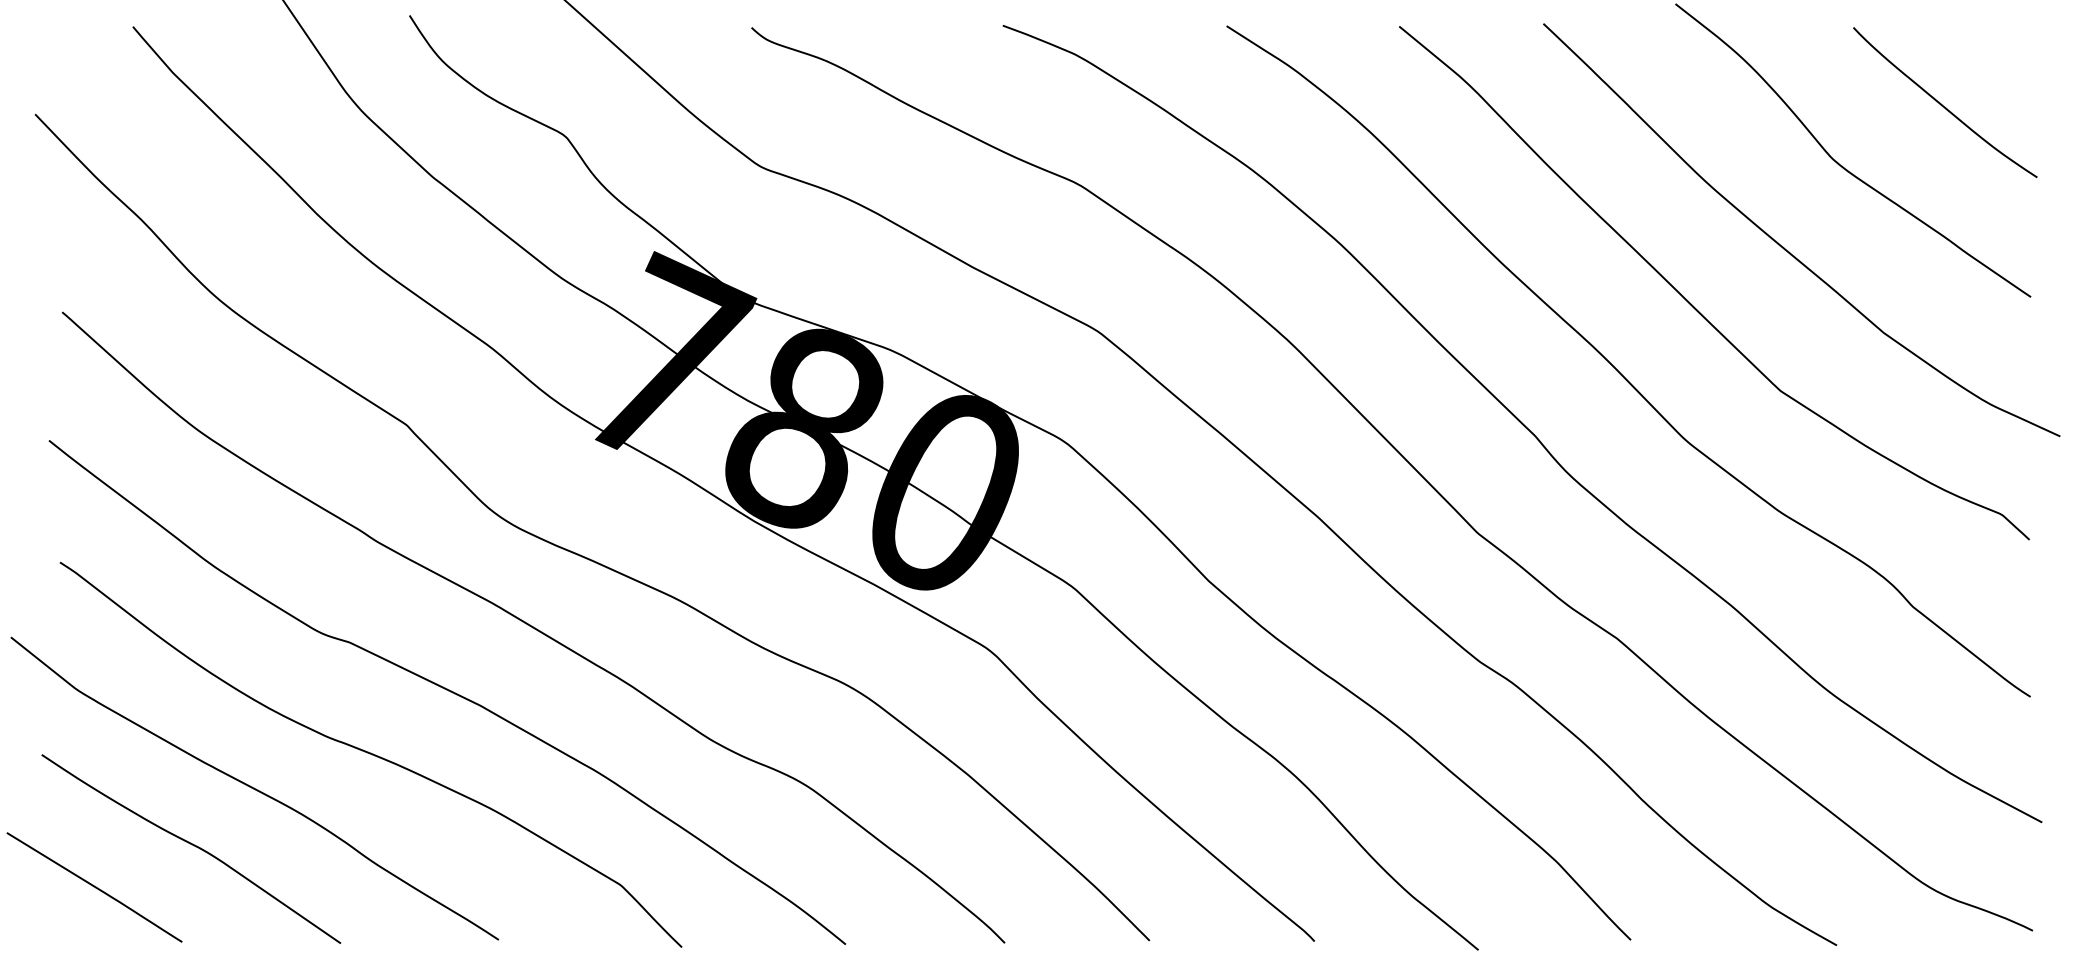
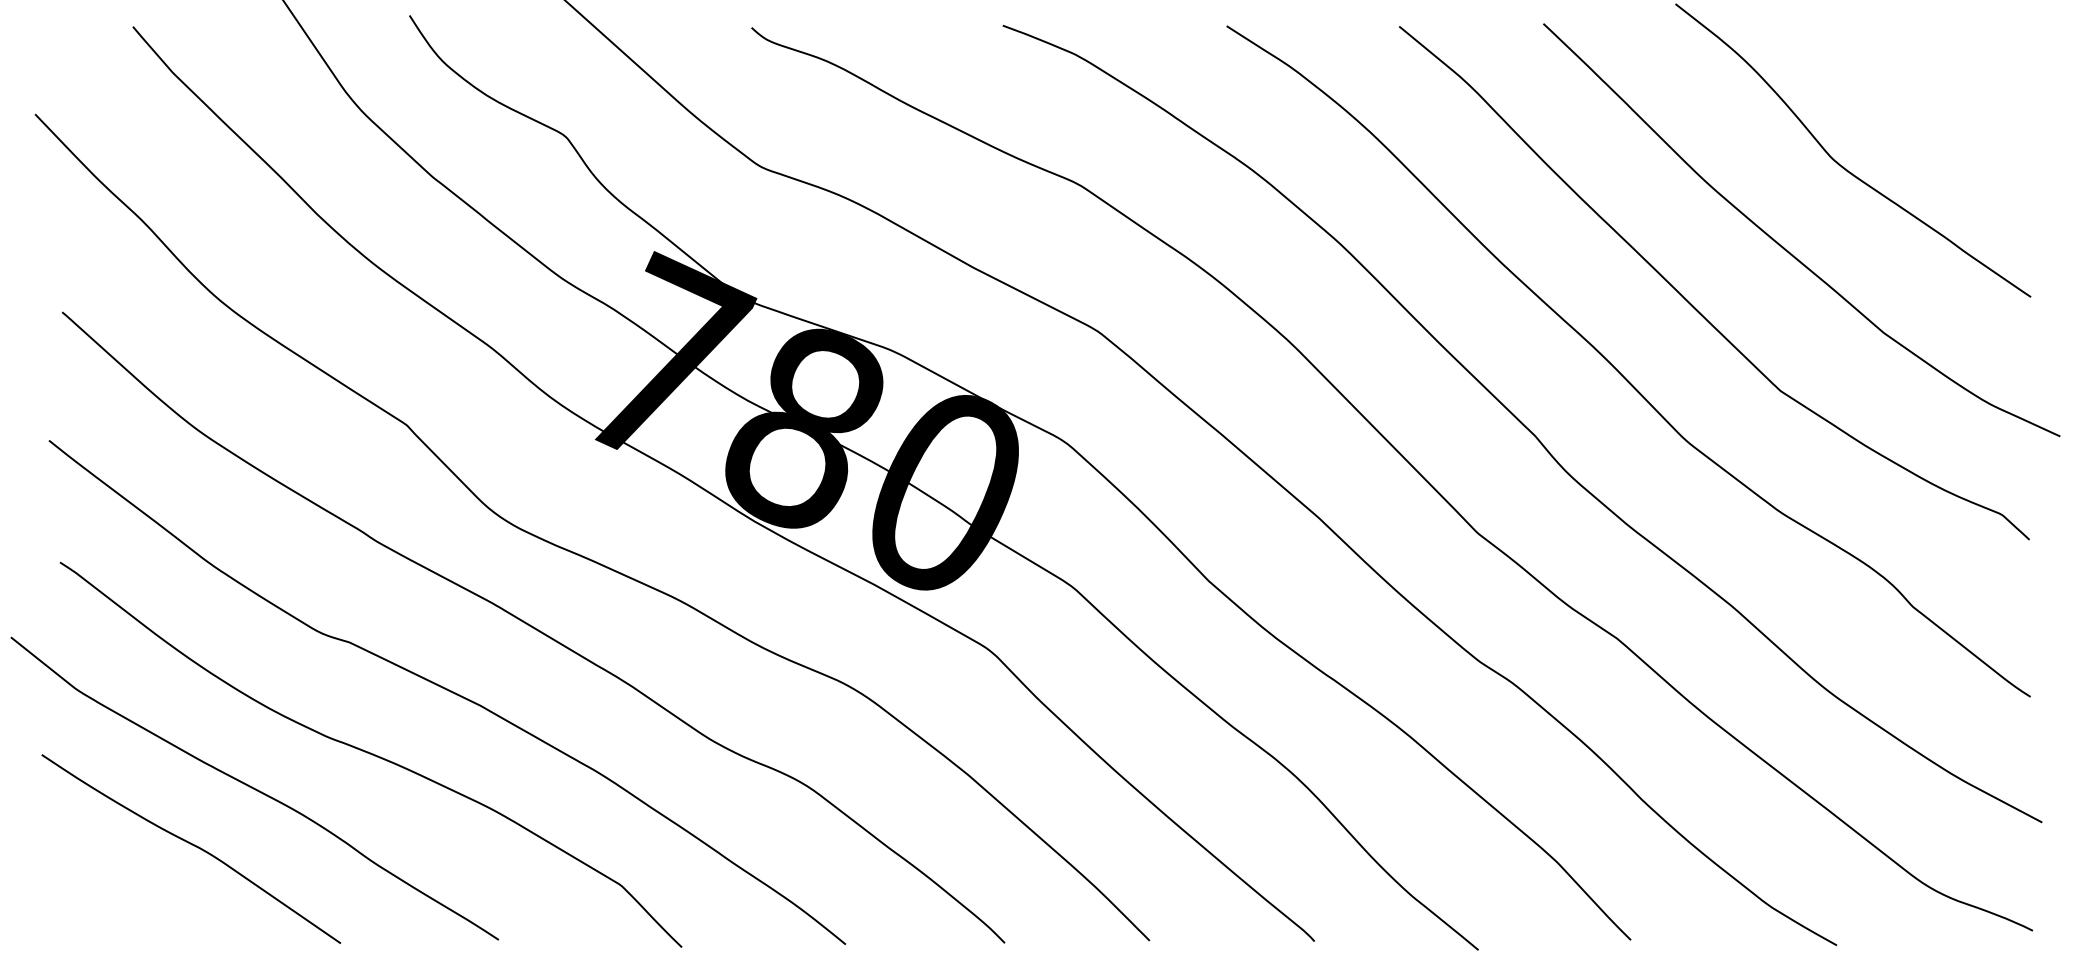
curve at (1942, 104): present -> none
curve at (94, 887): present -> none
